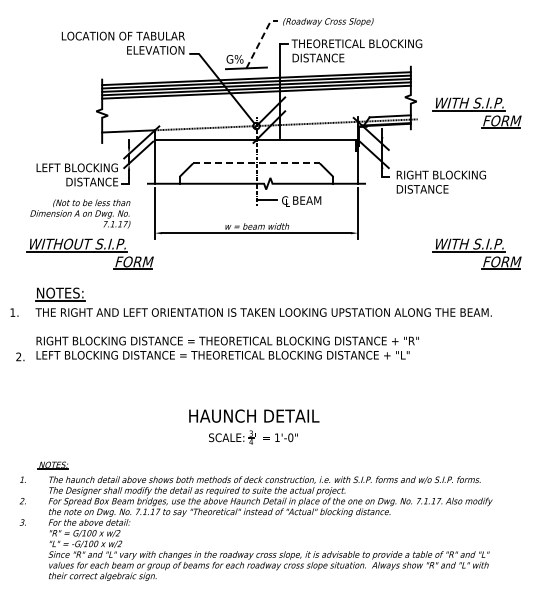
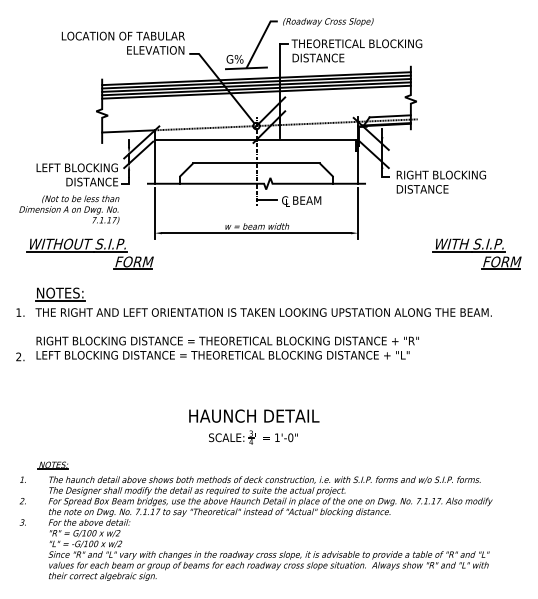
line at (260, 40): dashed -> solid
part at (476, 112): present -> none
line at (257, 163): dashed -> solid
text at (80, 213) position: (80, 213) -> (69, 209)
text at (14, 312) position: (14, 312) -> (20, 312)
